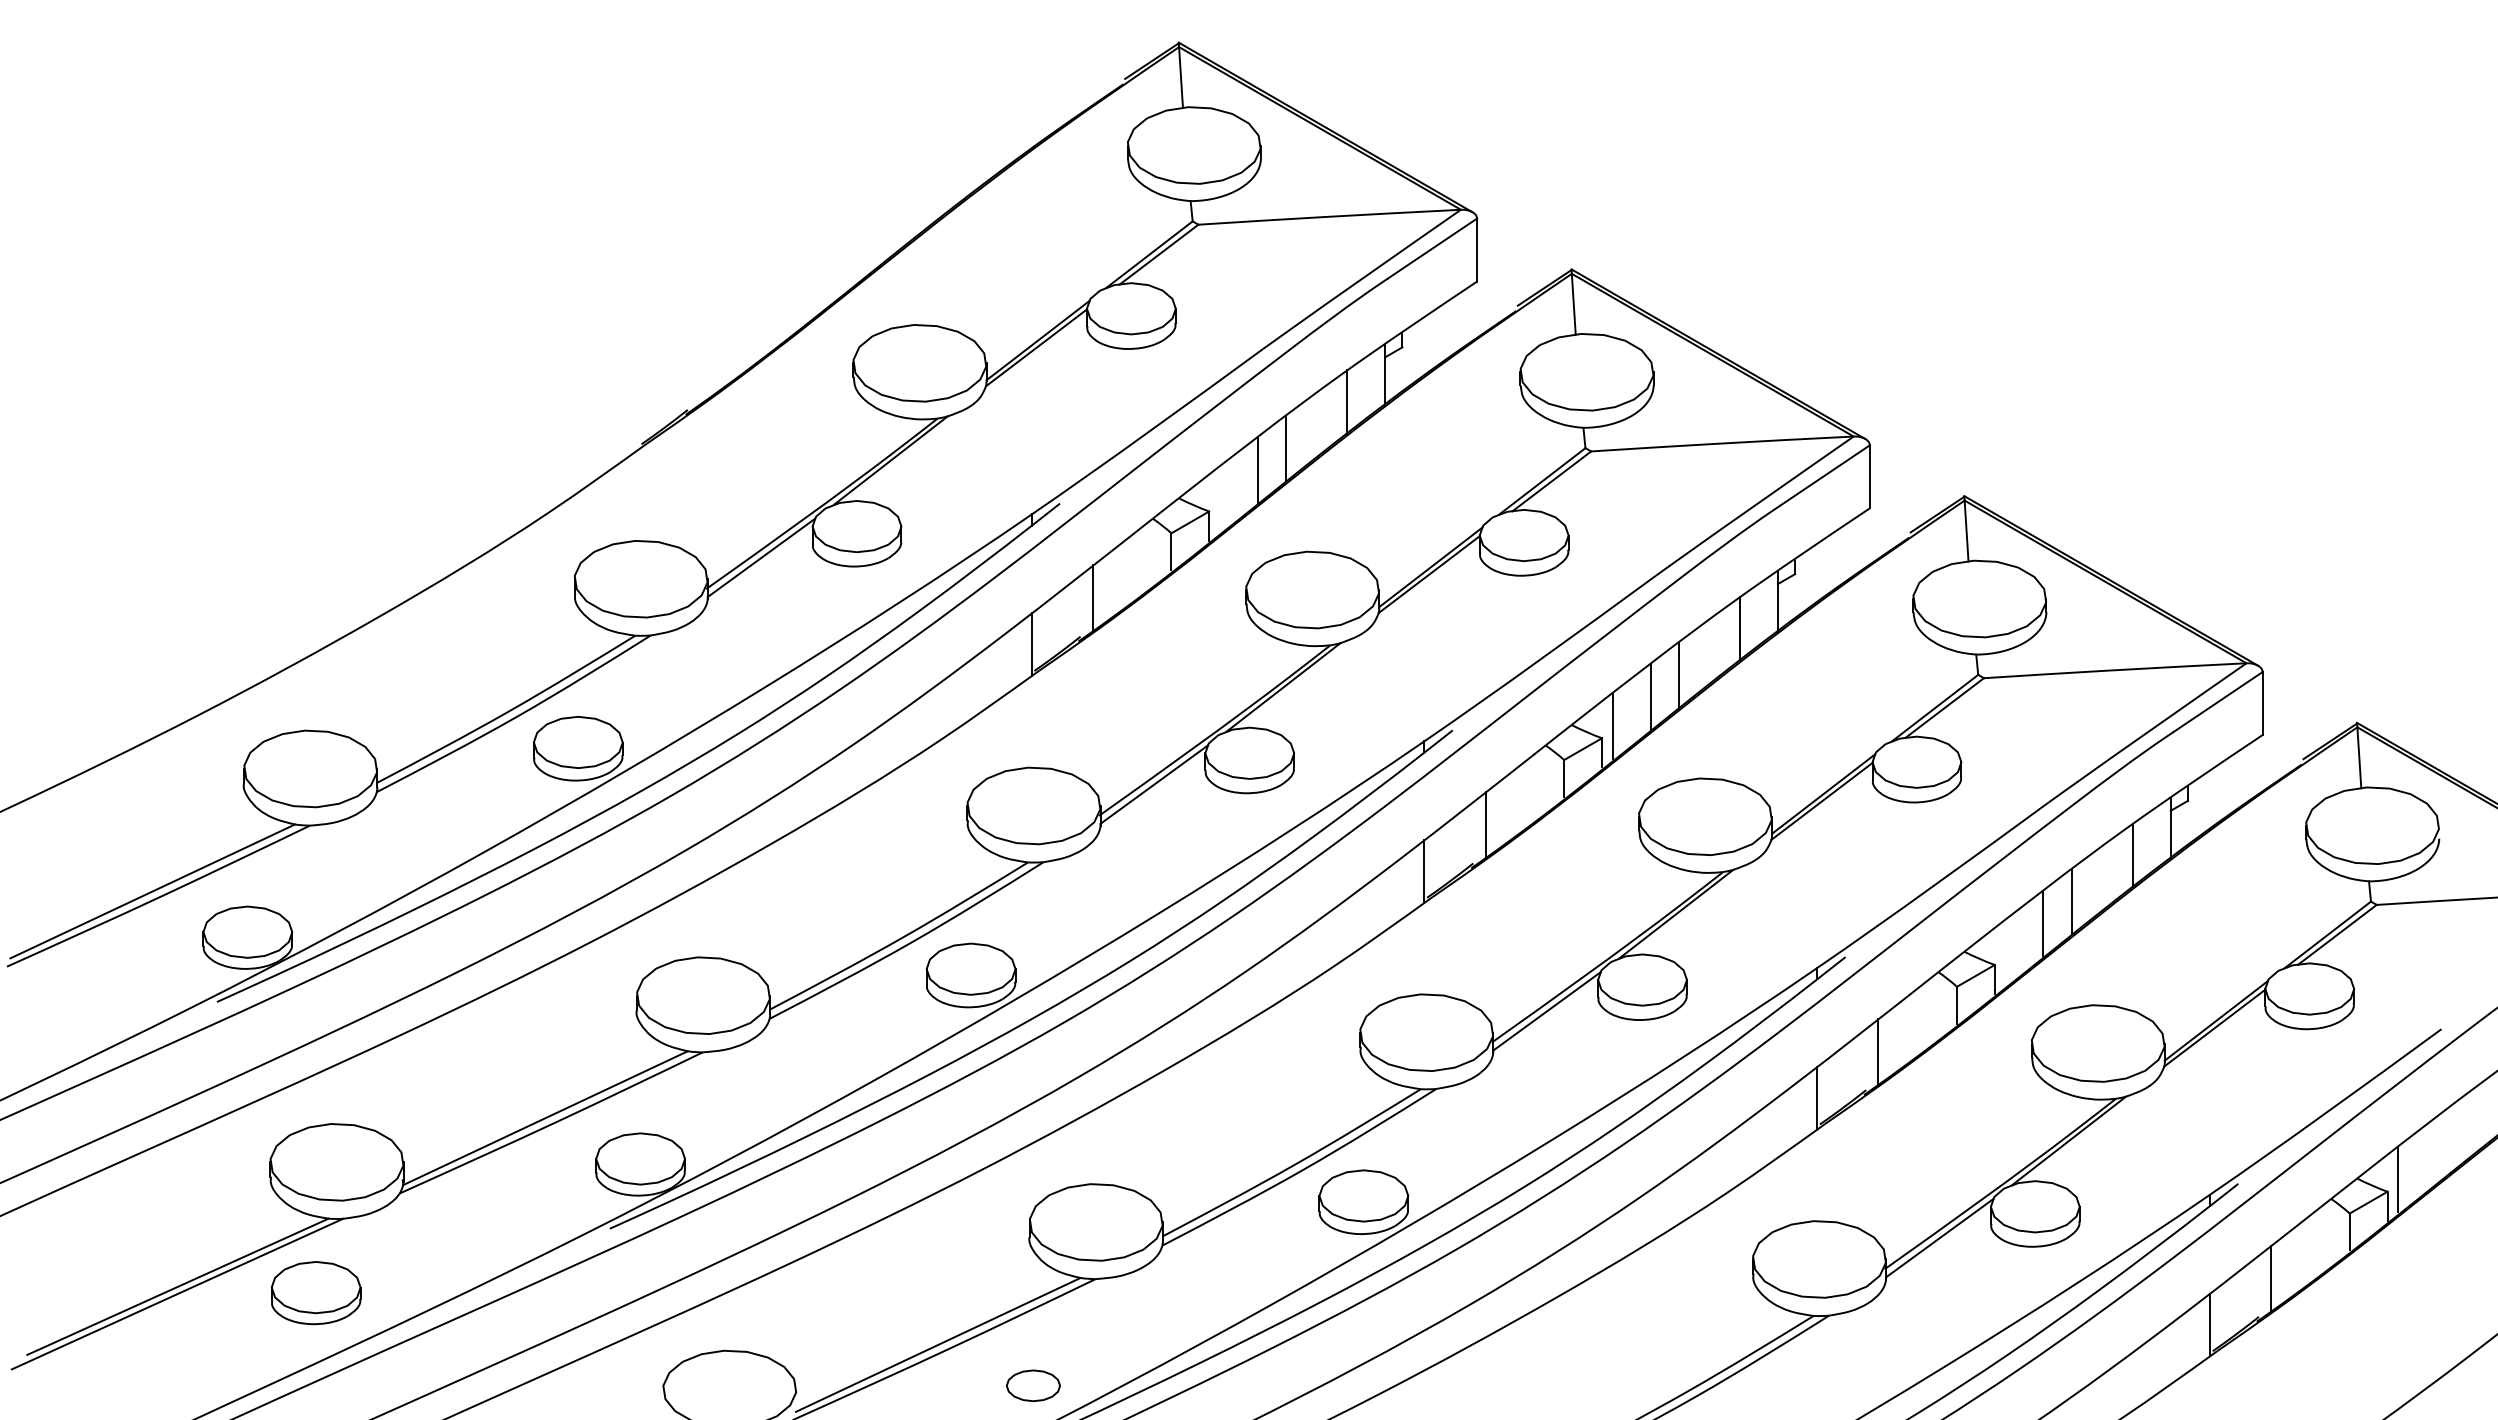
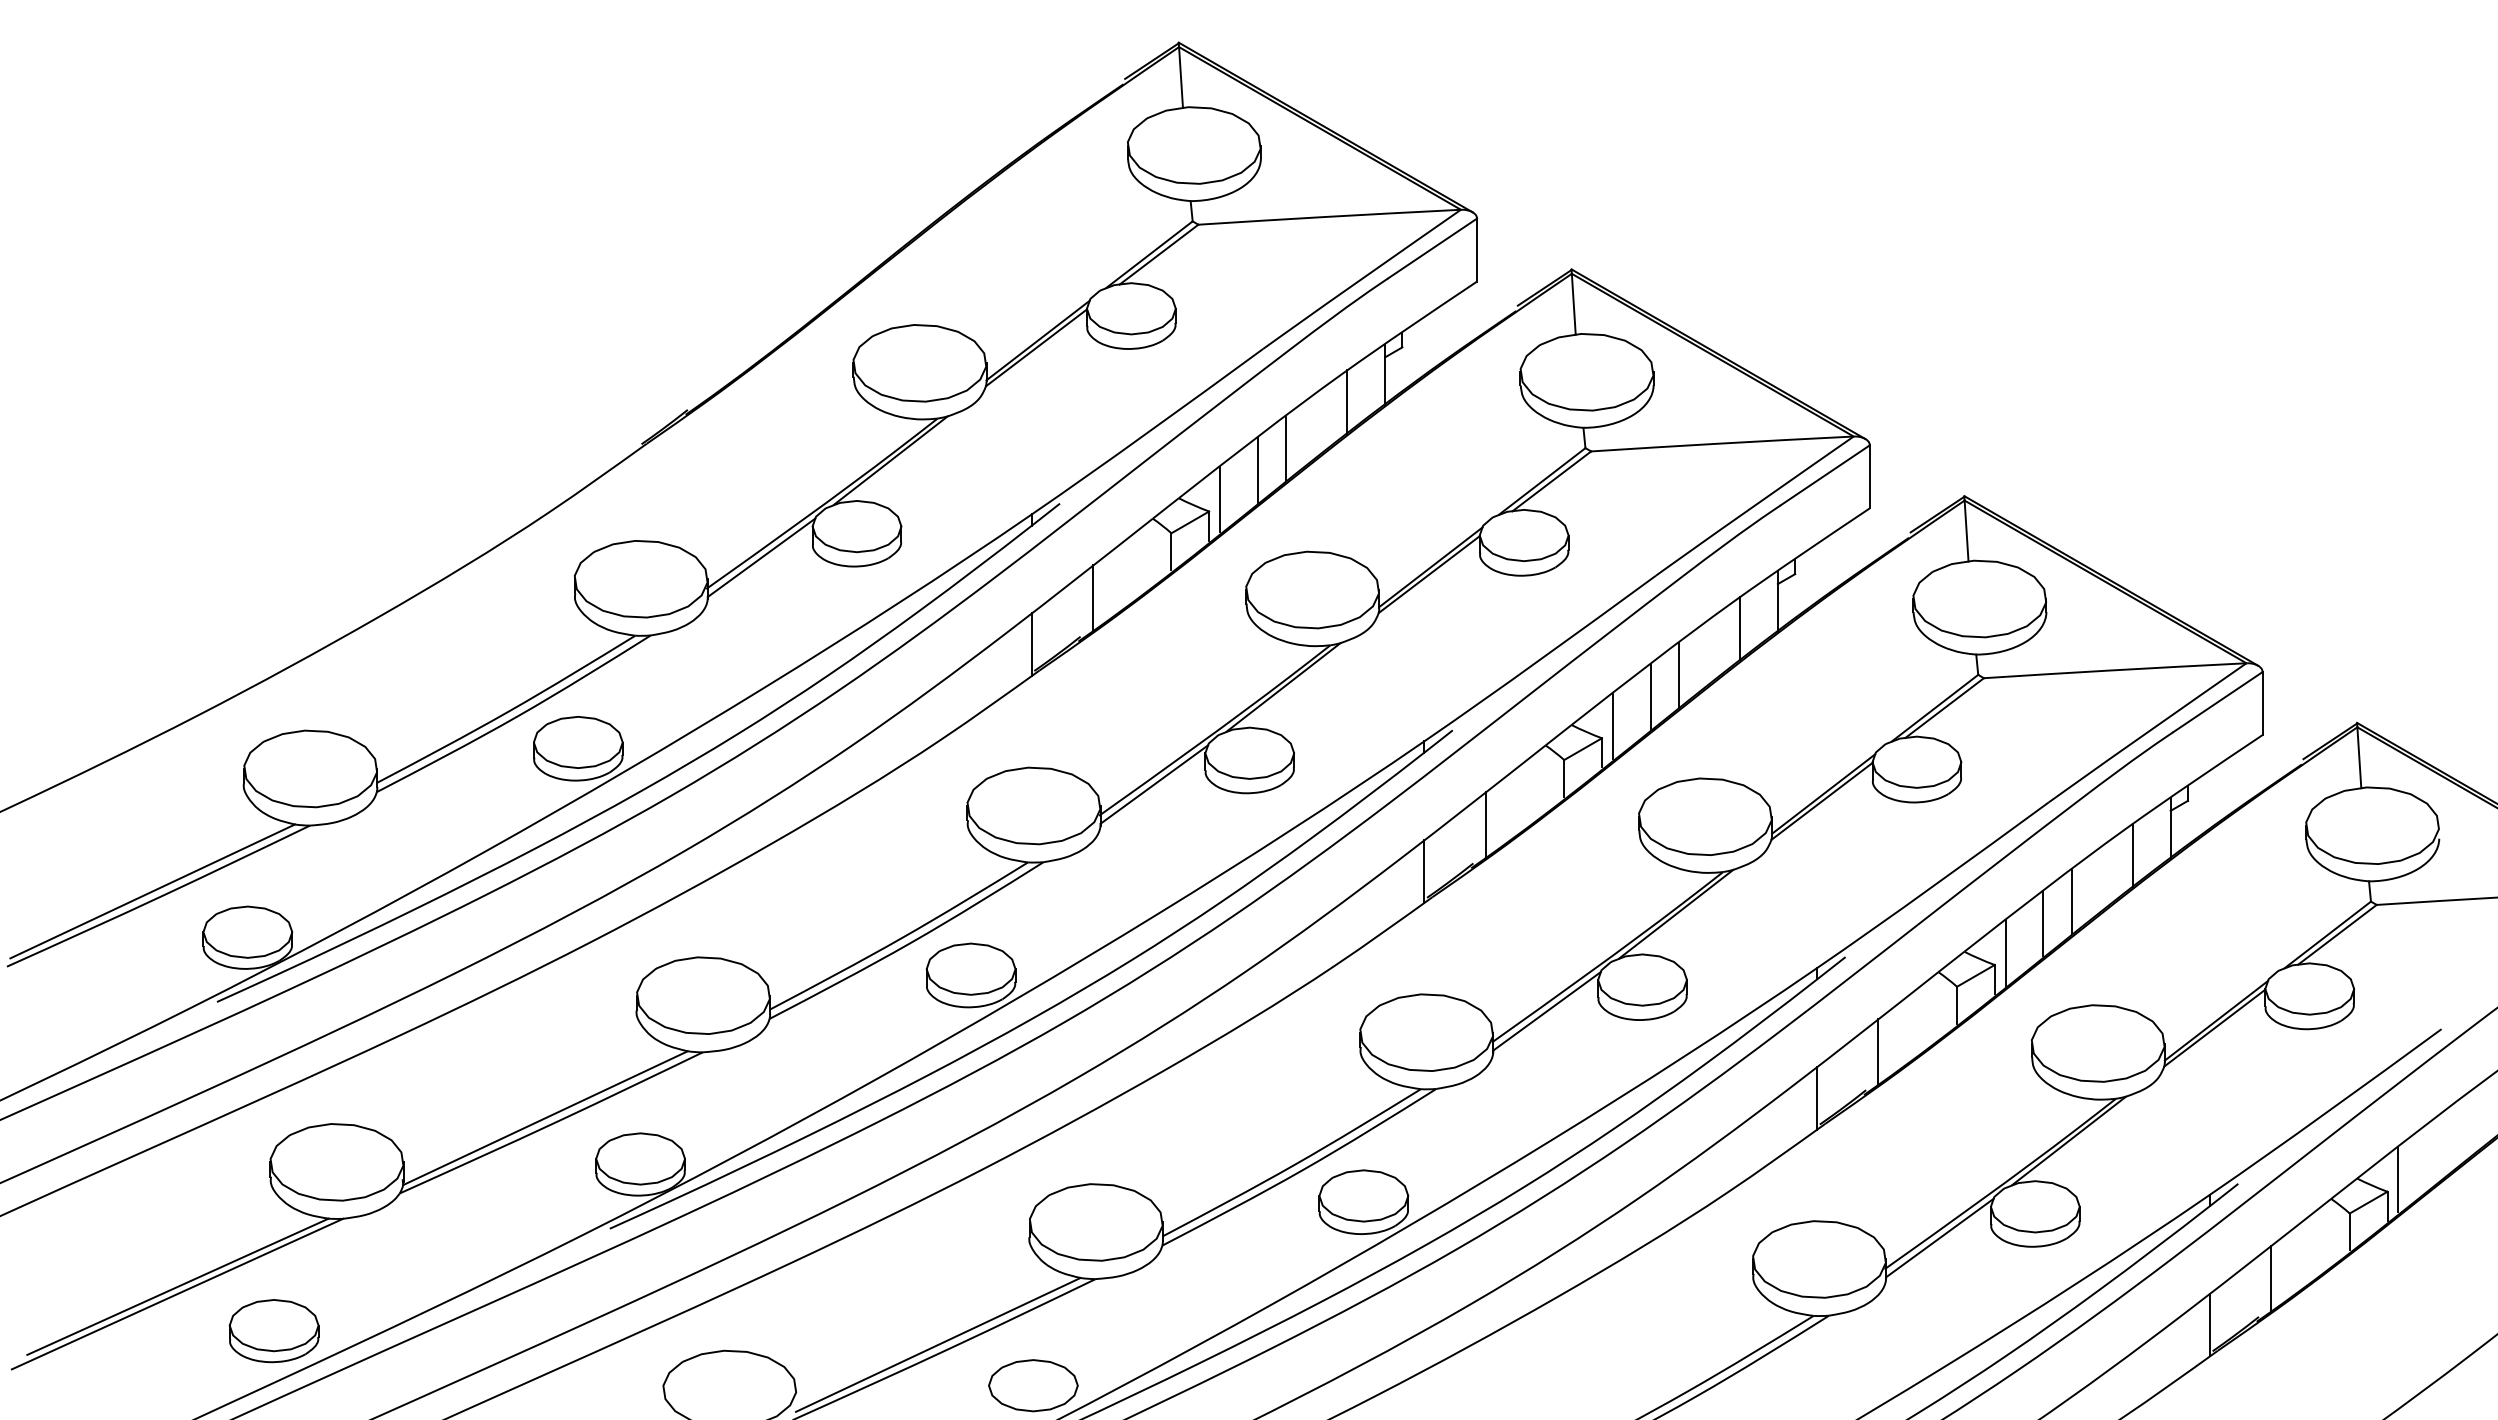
line at (1220, 499): none -> present
line at (2005, 952): none -> present
part at (315, 1293) position: (315, 1293) -> (273, 1331)
part at (1033, 1385) size: 55x34 px -> 91x54 px
